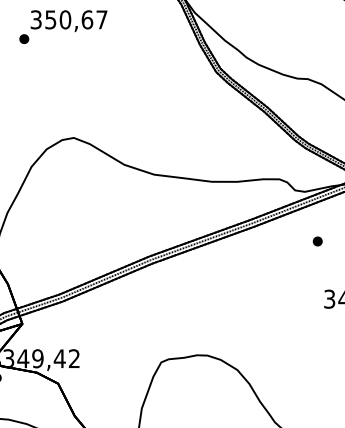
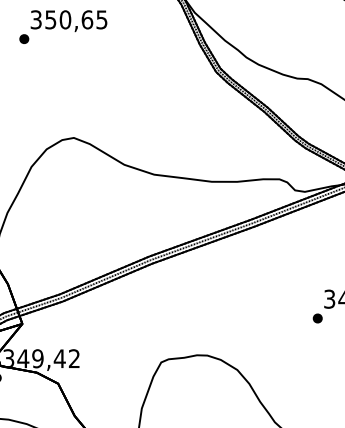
text at (101, 19): 350,67 -> 350,65
part at (317, 241) position: (317, 241) -> (317, 318)
